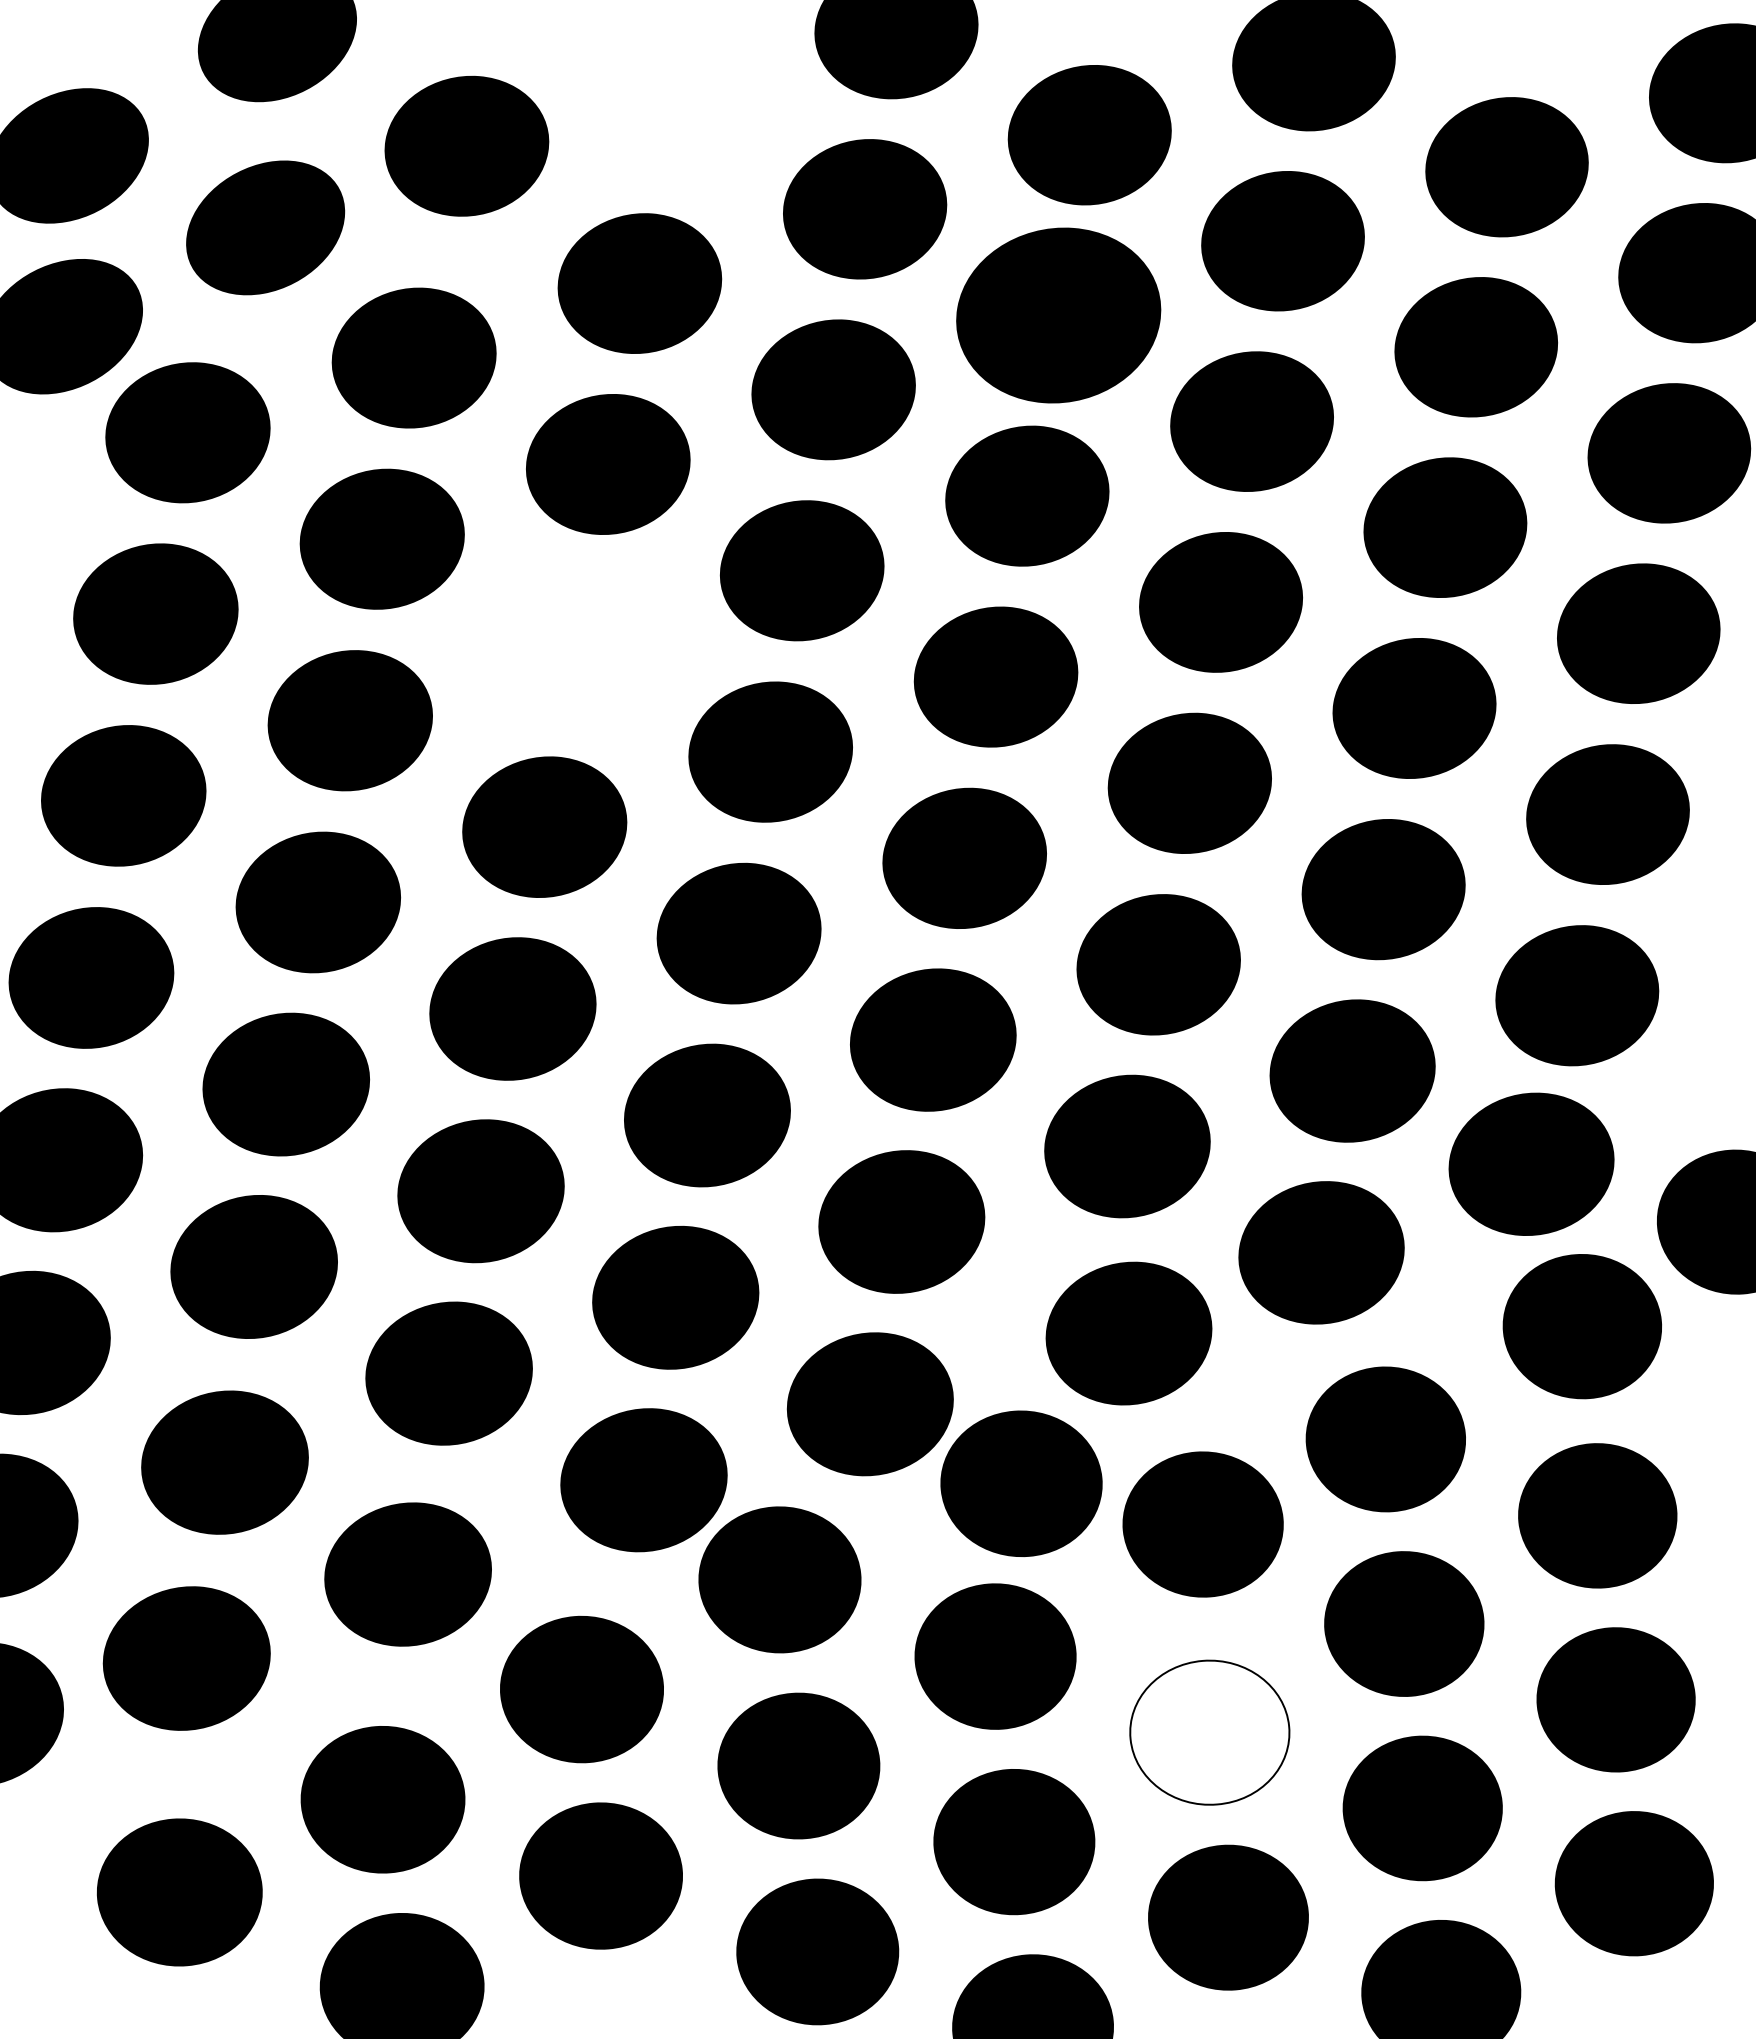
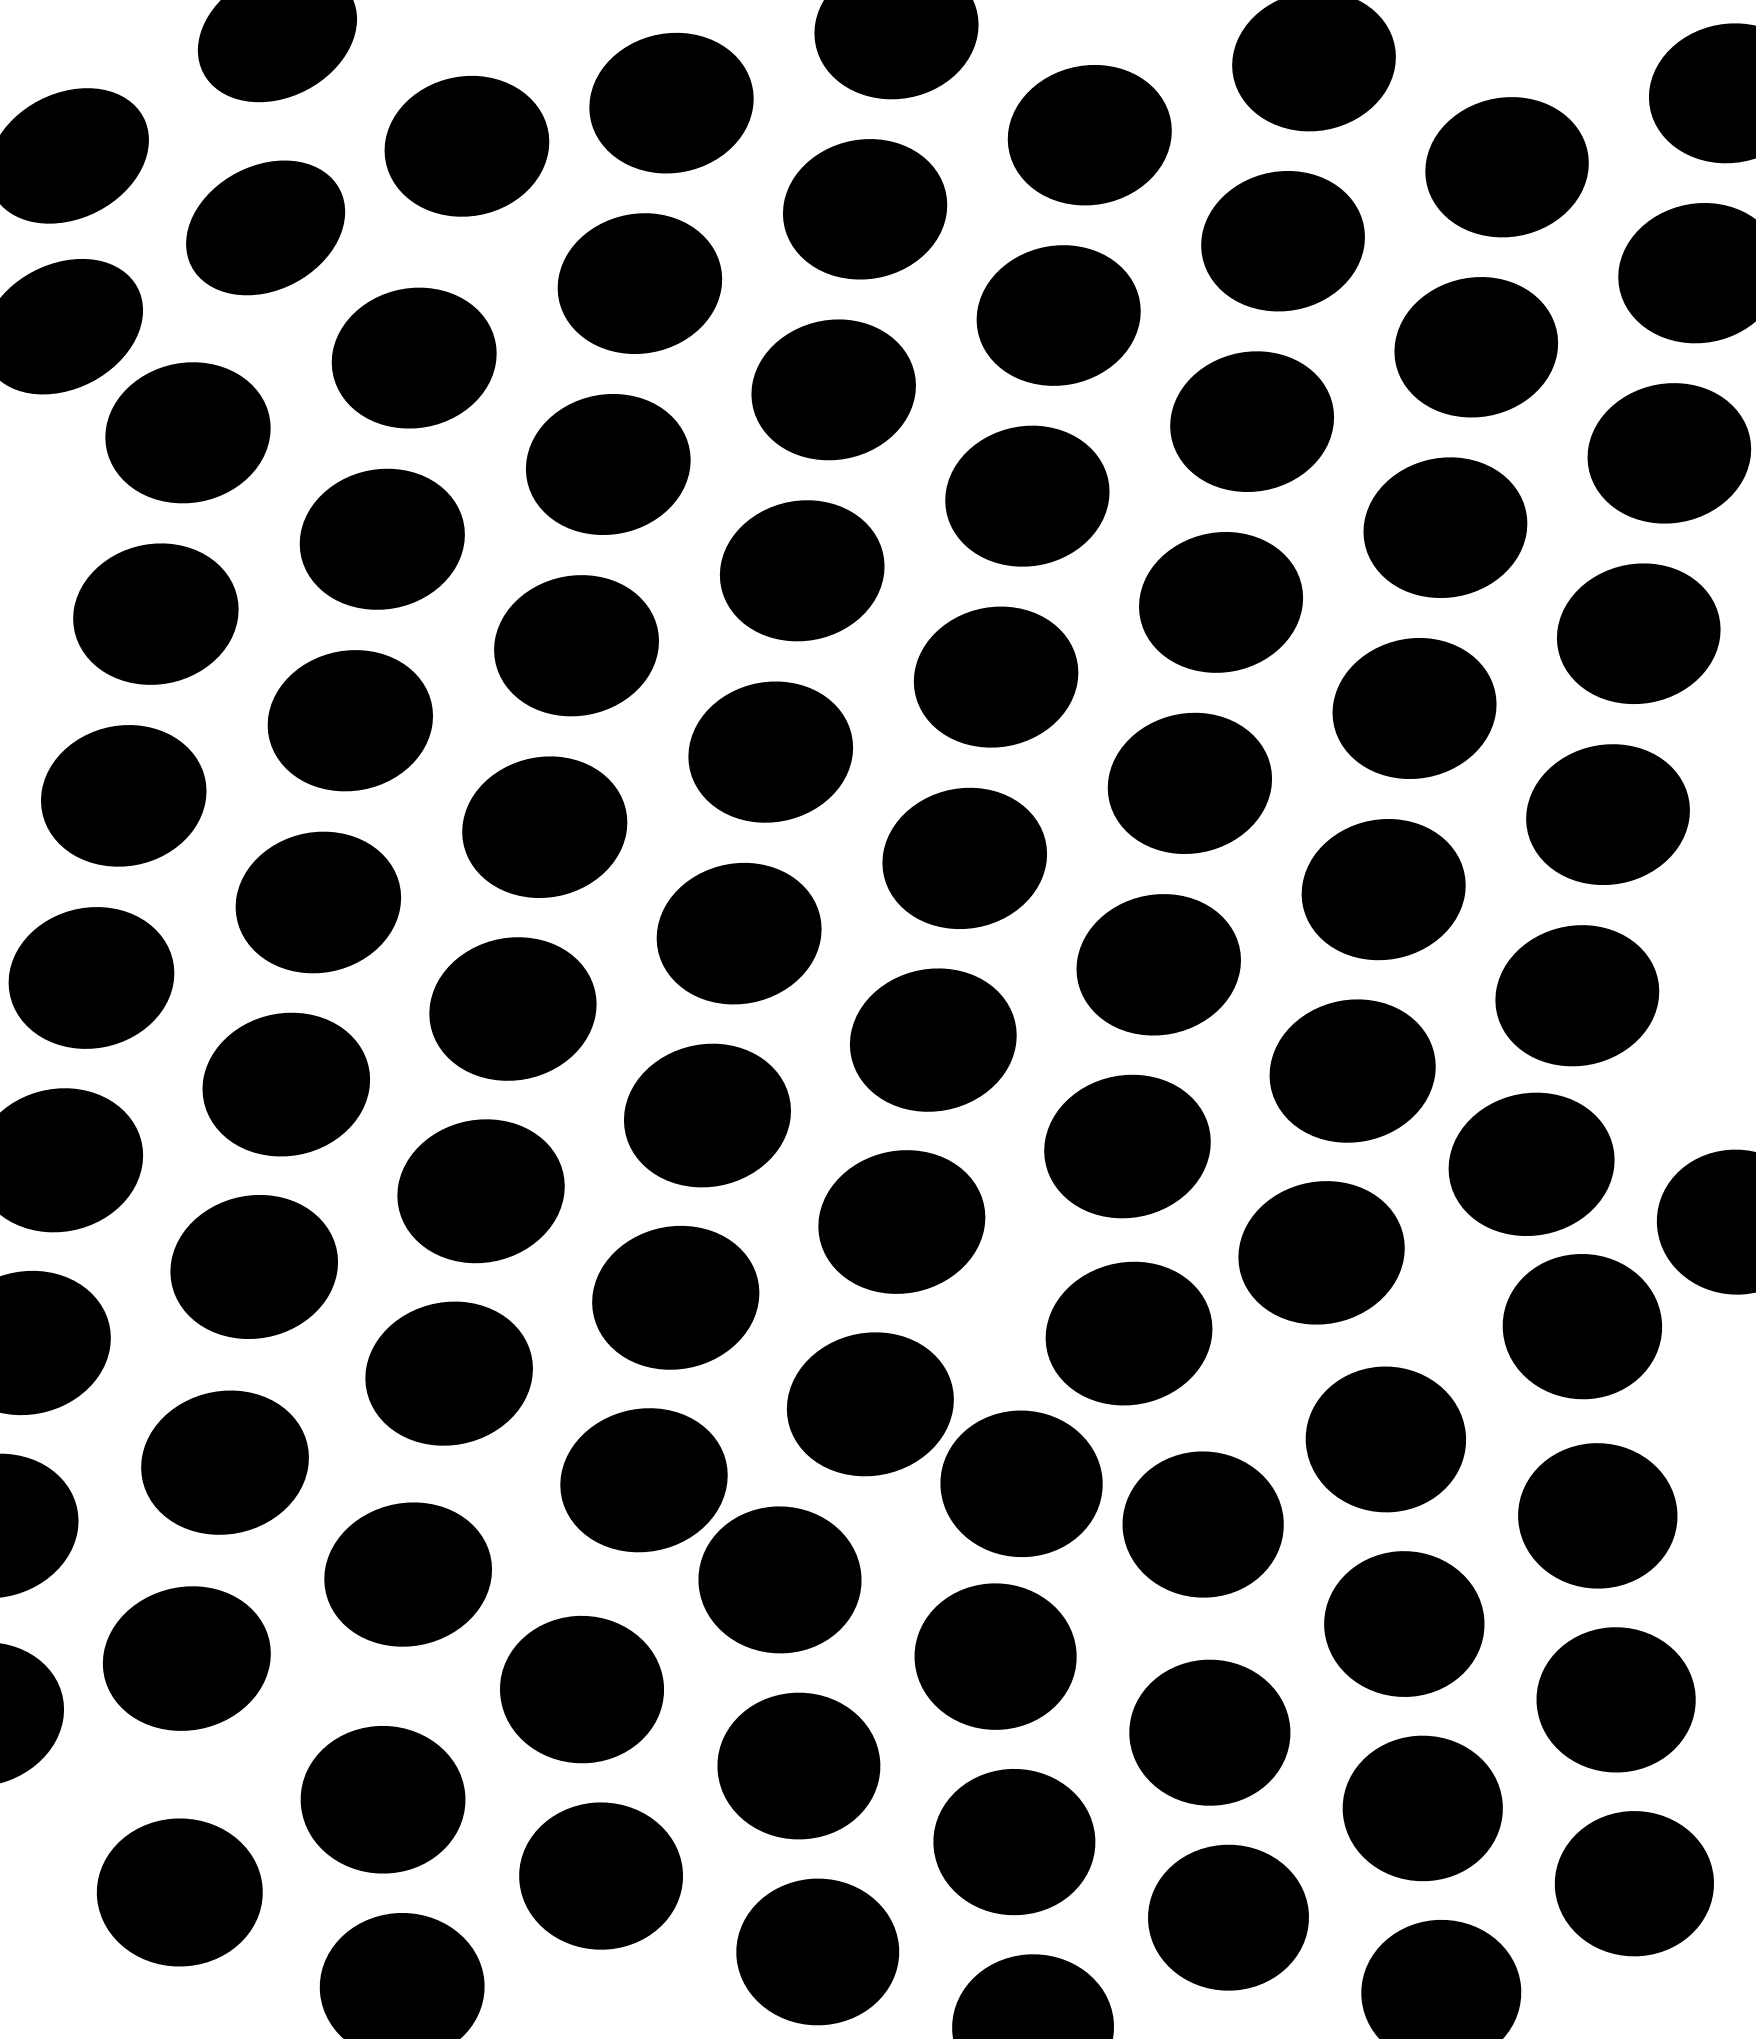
fill at (671, 102): none -> present
part at (1058, 315) size: 206x177 px -> 165x141 px
part at (576, 645): none -> present
fill at (1209, 1732): none -> present
